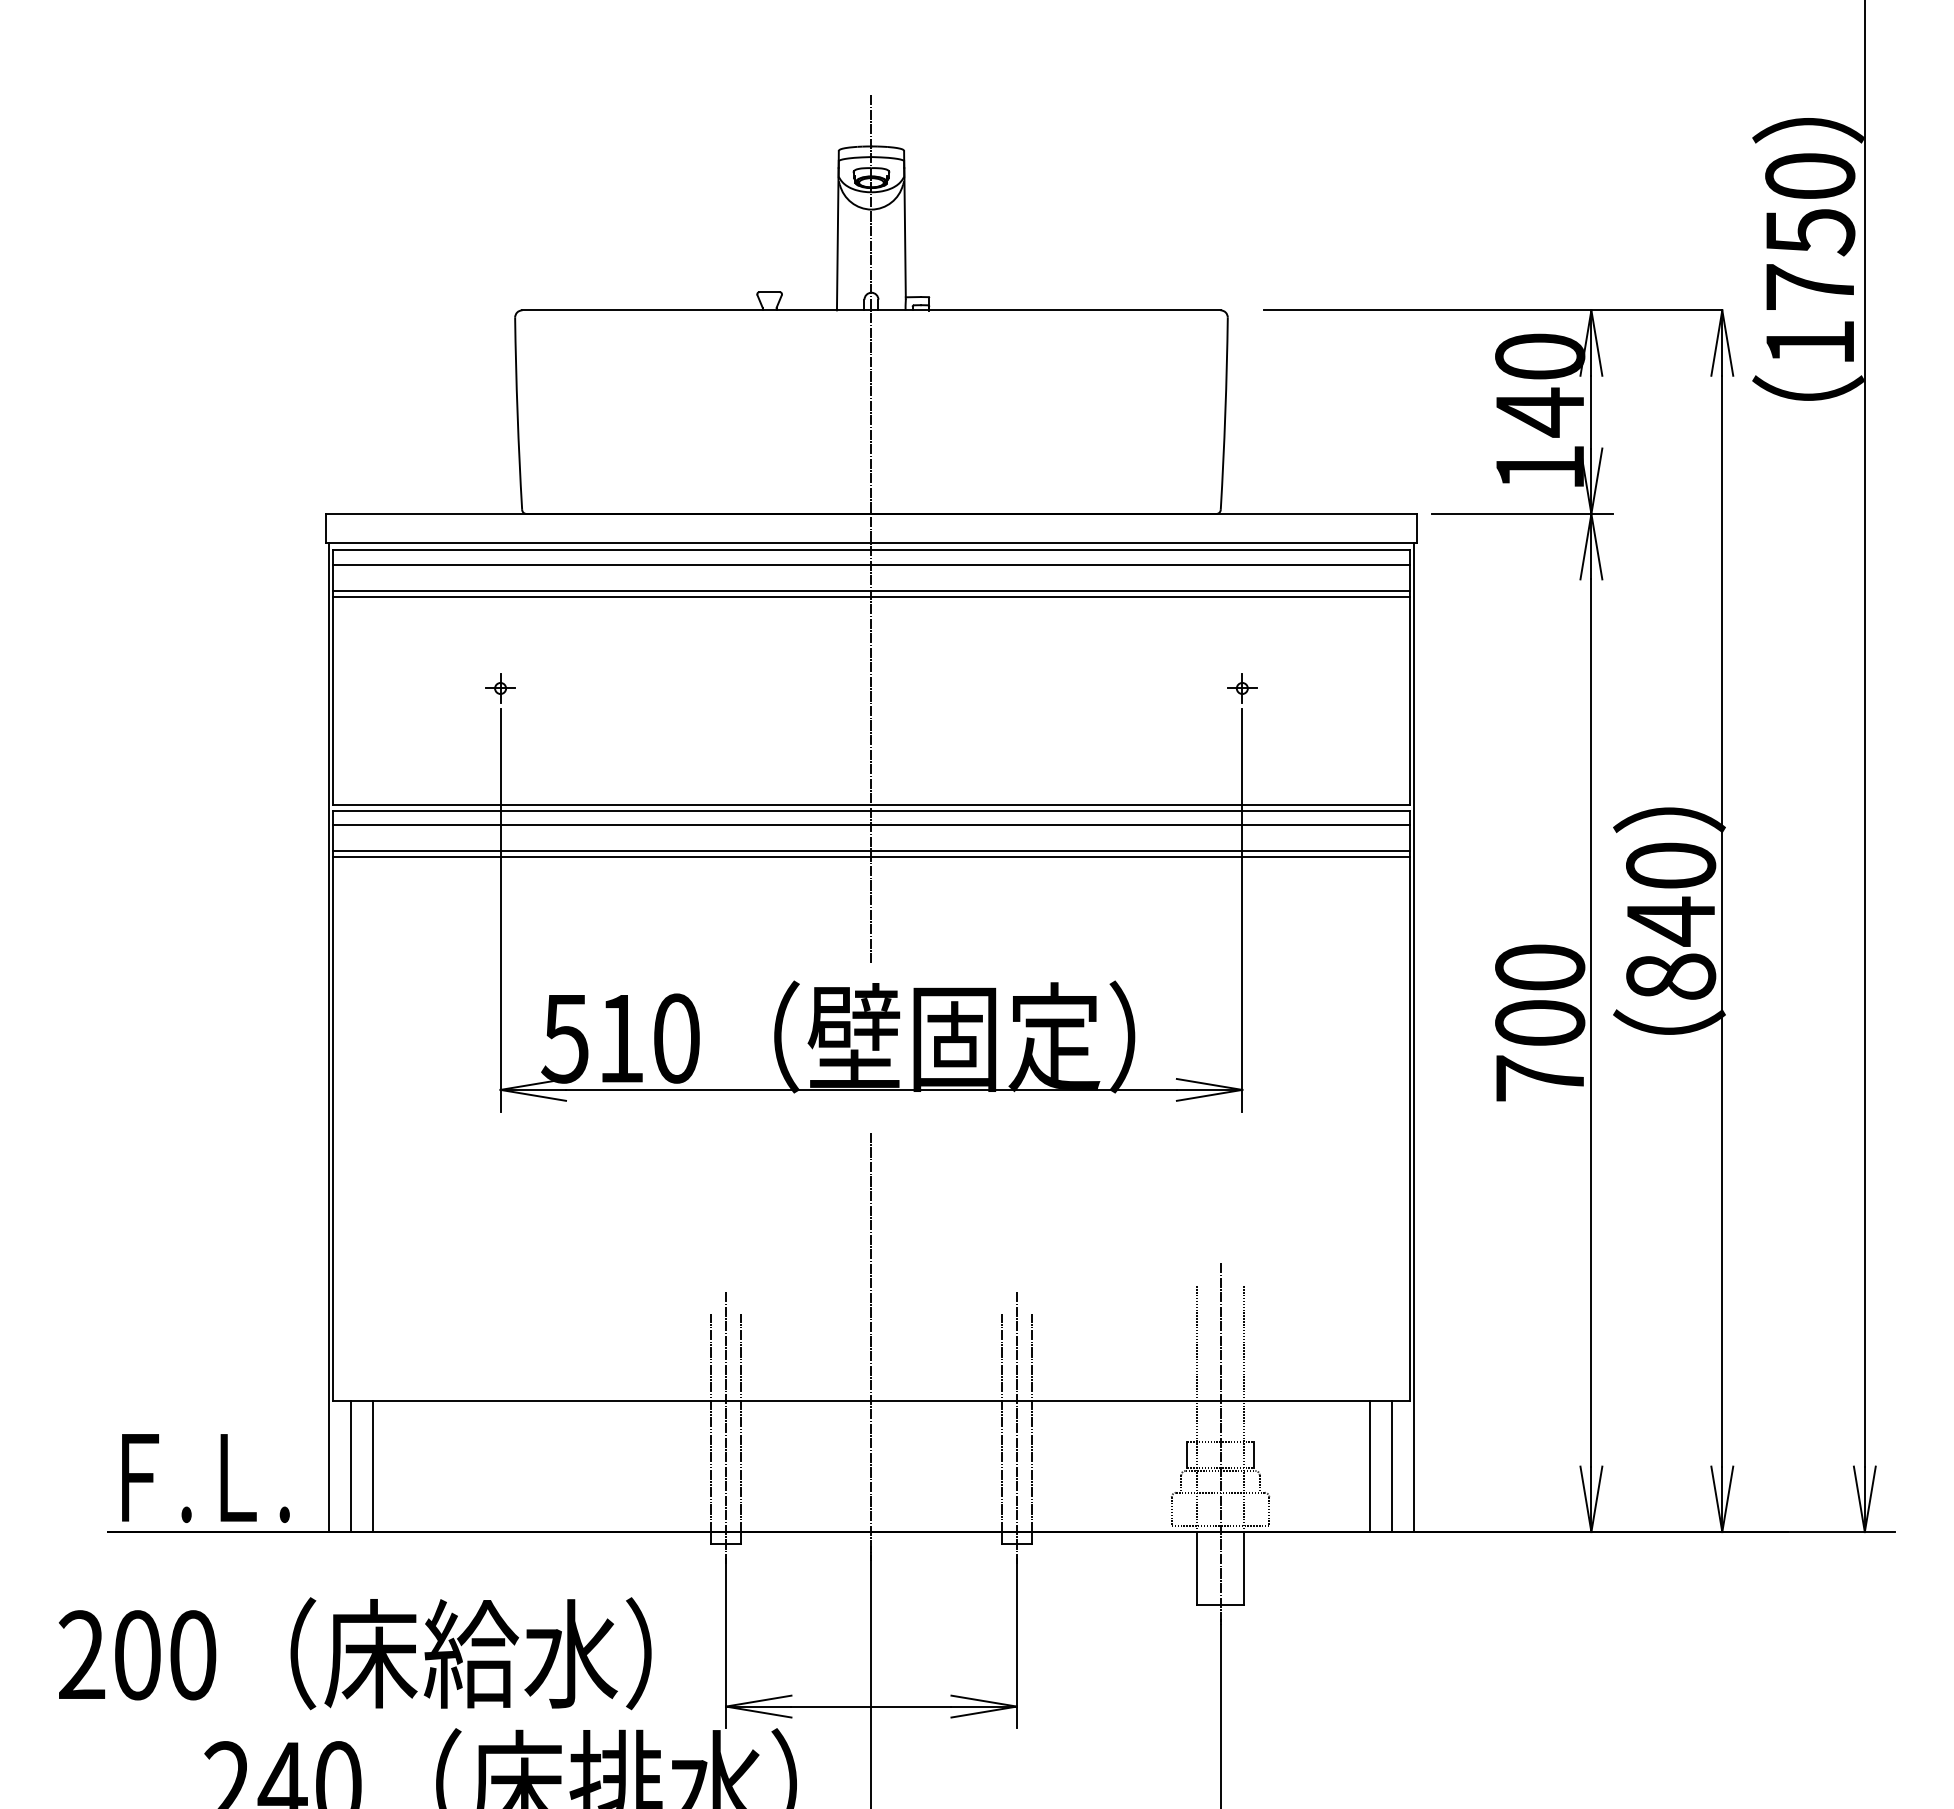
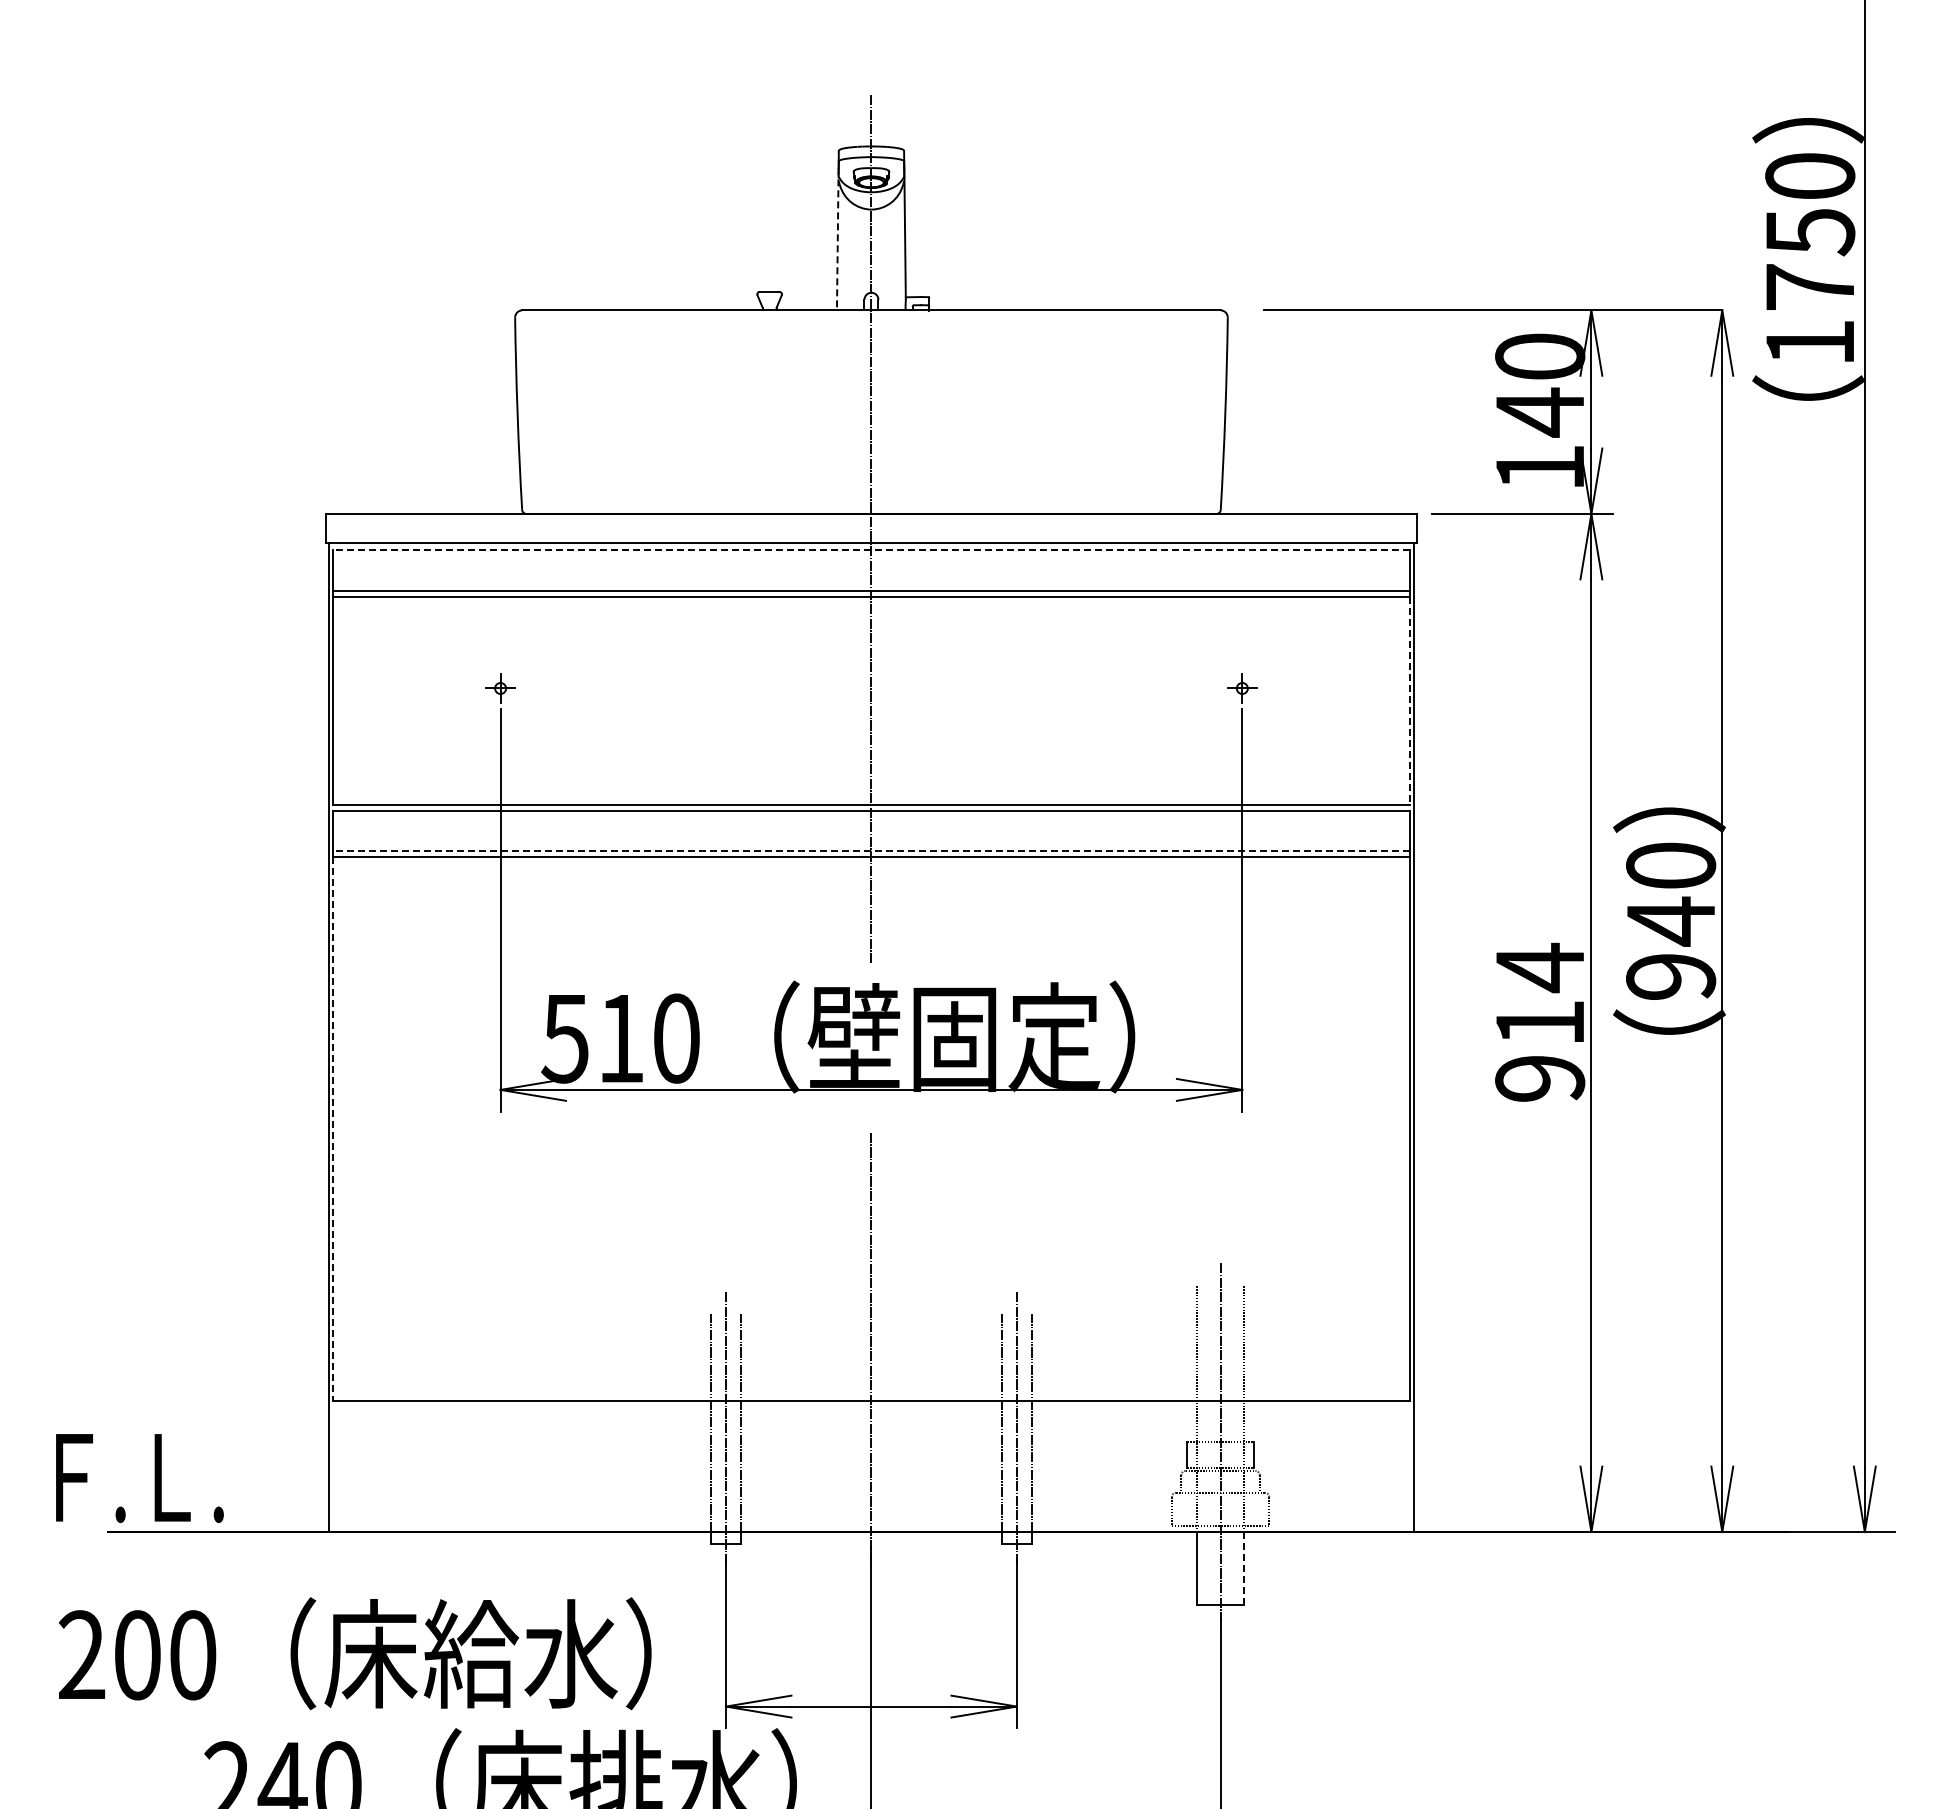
line at (837, 239): solid -> dashed
line at (870, 550): solid -> dashed
line at (871, 564): present -> none
line at (1409, 700): solid -> dashed
line at (871, 825): present -> none
line at (870, 851): solid -> dashed
text at (1671, 976): 840 -> 940
text at (1540, 1021): 700 -> 914
line at (333, 1129): solid -> dashed
line at (350, 1466): present -> none
line at (372, 1466): present -> none
line at (1370, 1466): present -> none
line at (1392, 1466): present -> none
text at (205, 1478) position: (205, 1478) -> (139, 1478)
line at (1243, 1568): solid -> dashed
